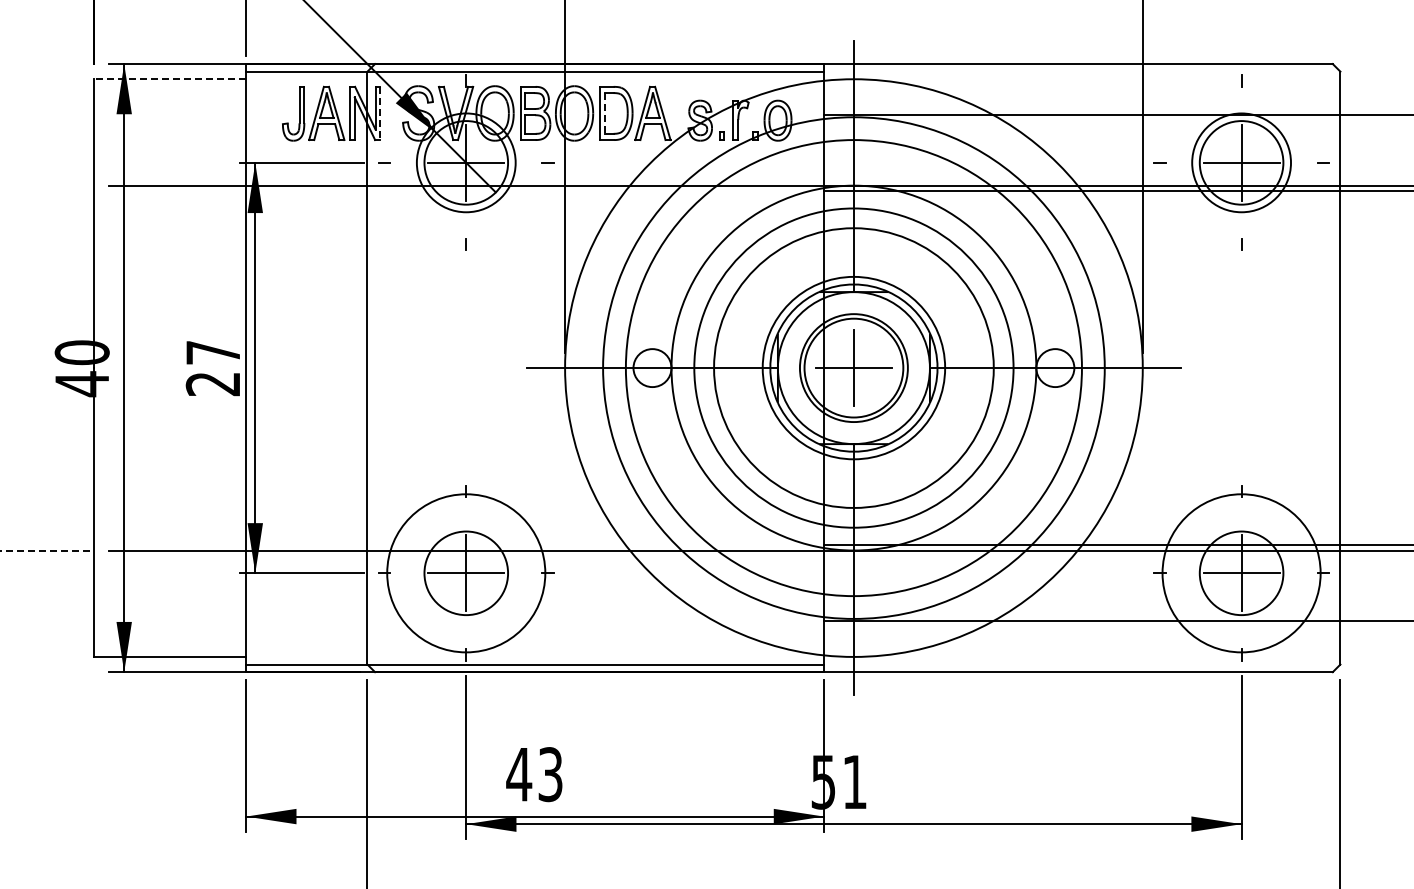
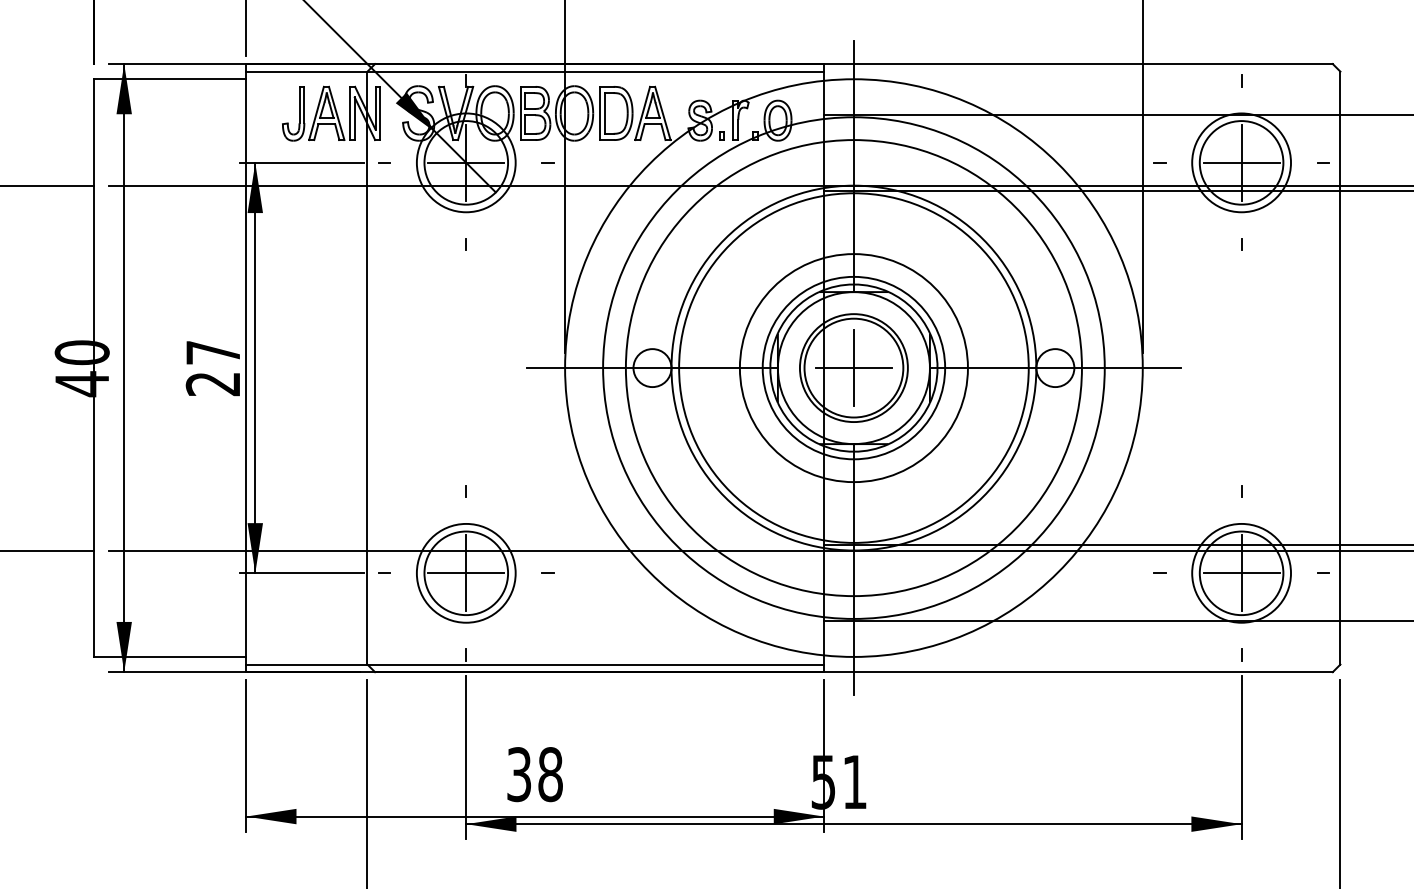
line at (169, 79): dashed -> solid
line at (380, 113): dashed -> solid
line at (604, 113): dashed -> solid
line at (48, 185): none -> present
circle at (853, 367) diameter: 280 px -> 350 px
circle at (853, 367) diameter: 319 px -> 228 px
line at (47, 550): dashed -> solid
circle at (466, 573) diameter: 158 px -> 99 px
circle at (1241, 573) diameter: 158 px -> 99 px
text at (534, 774): 43 -> 38
